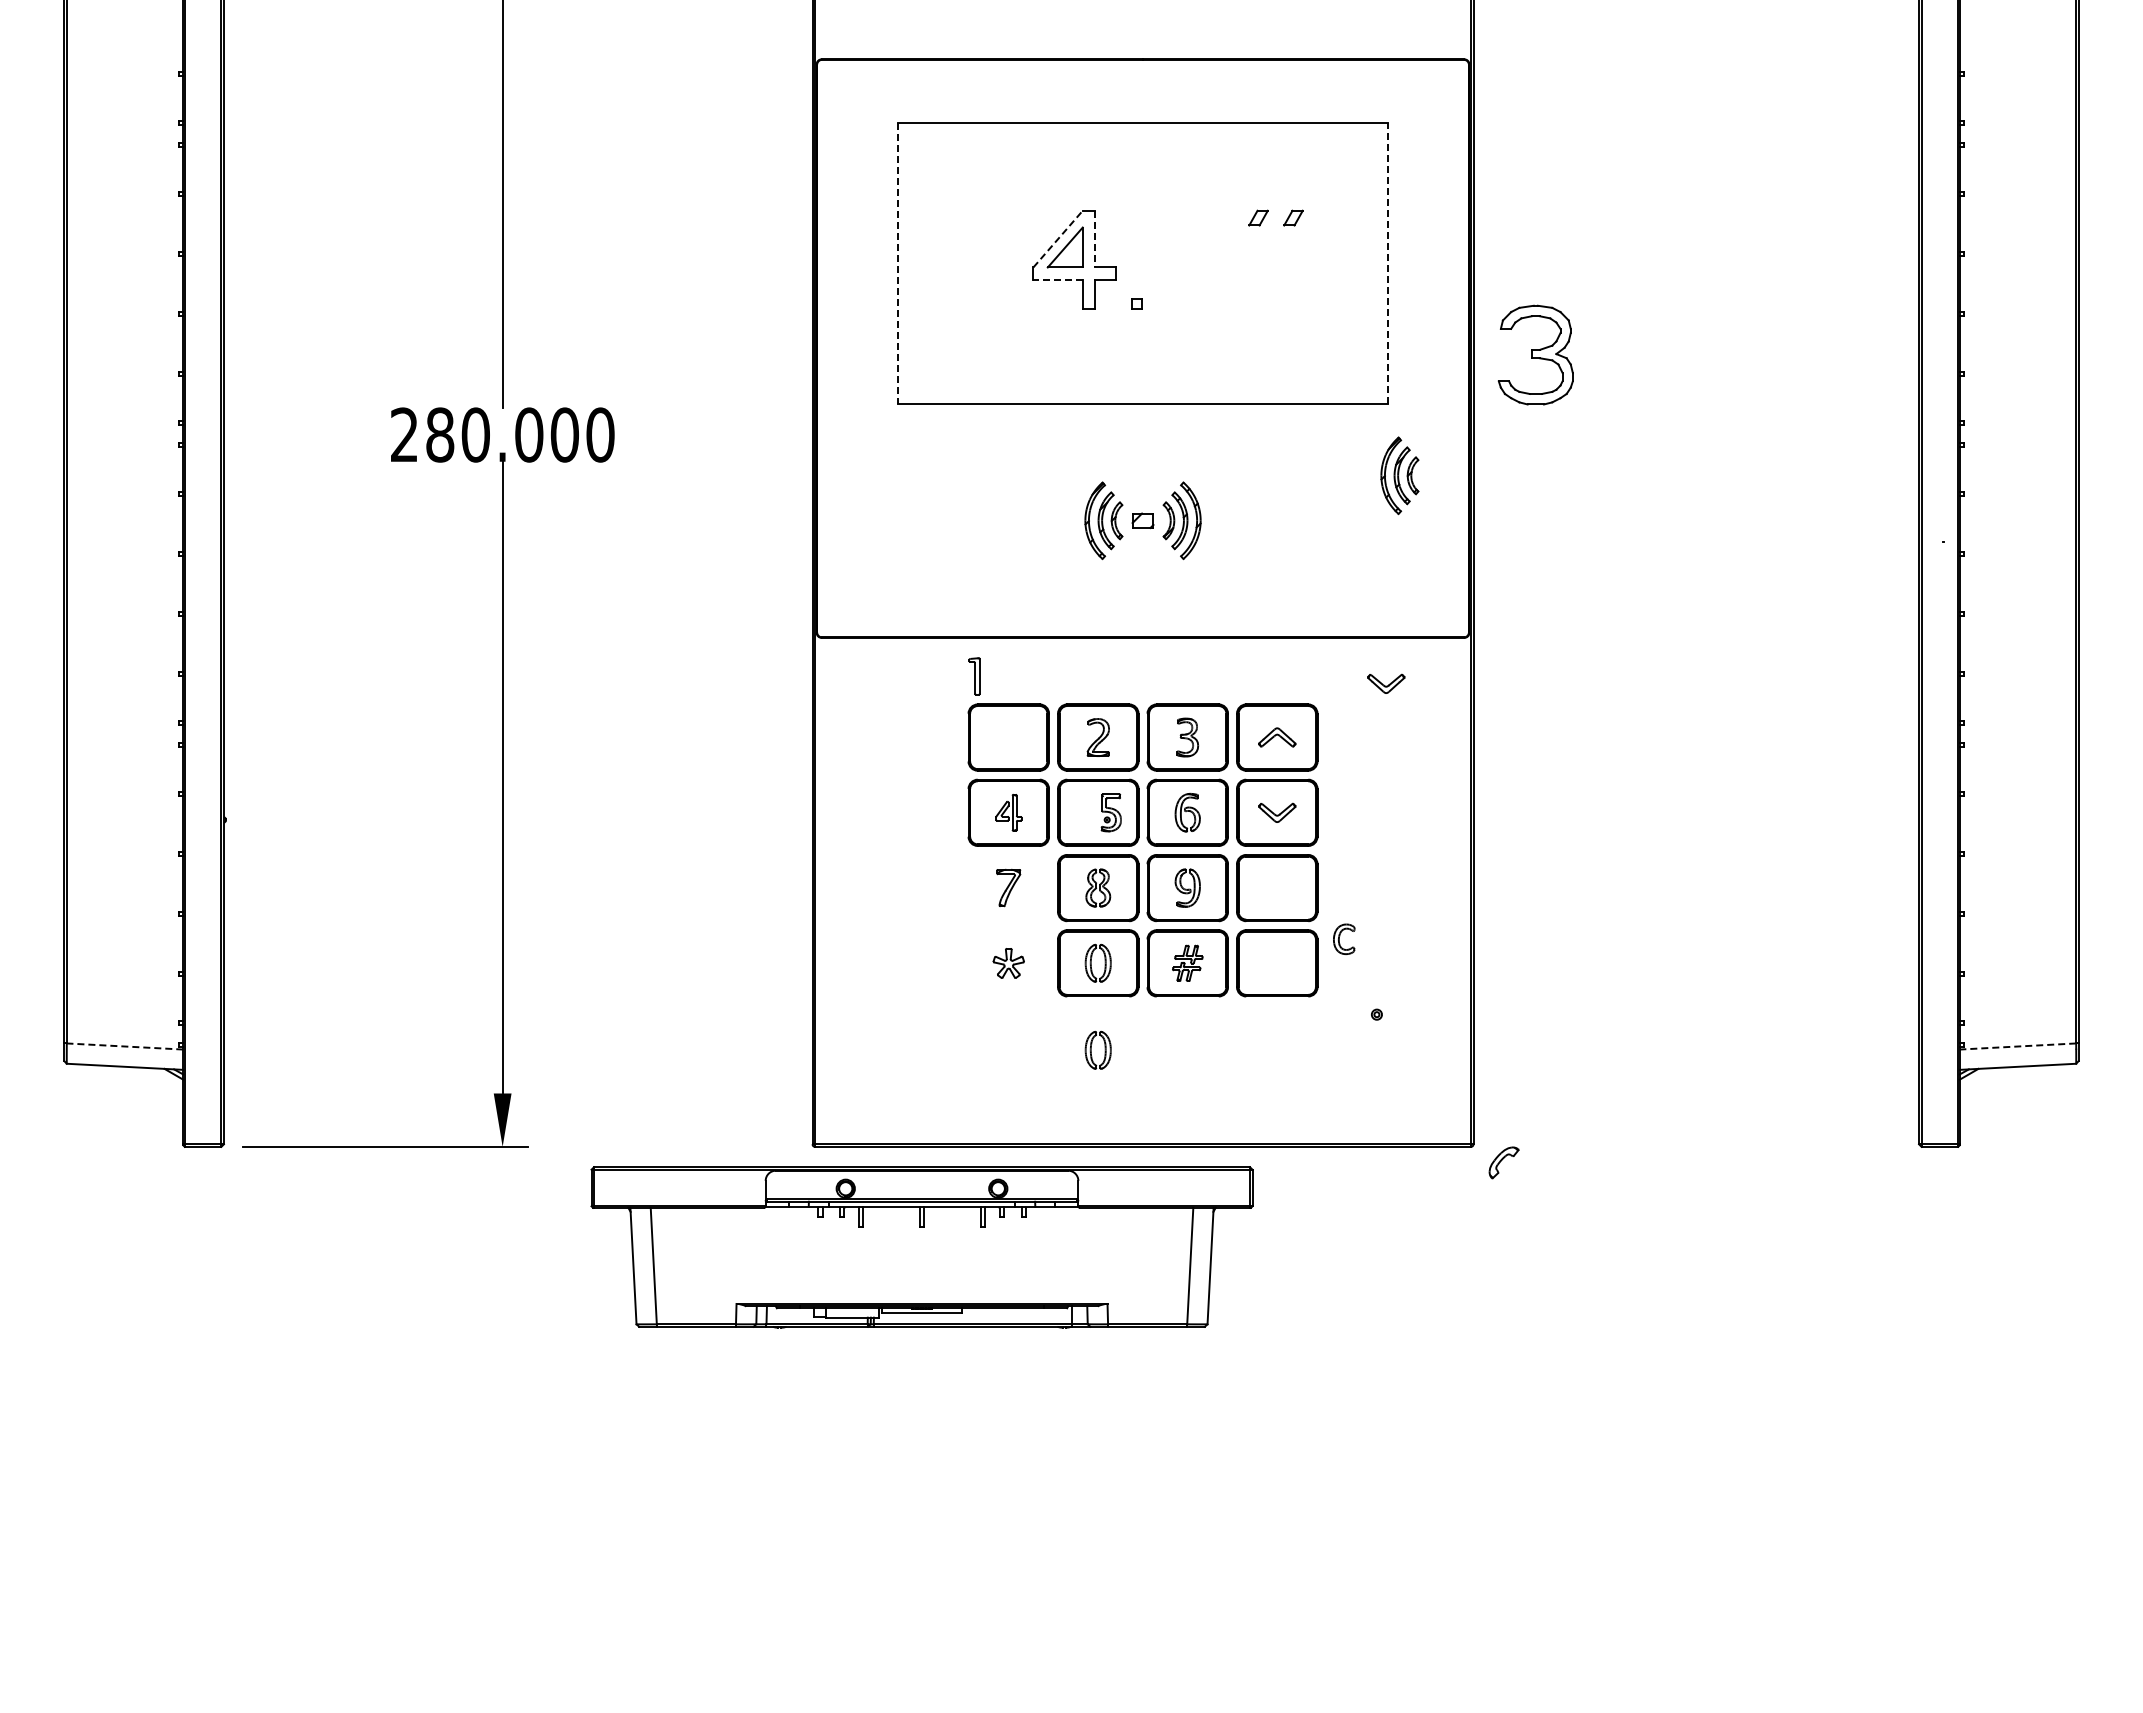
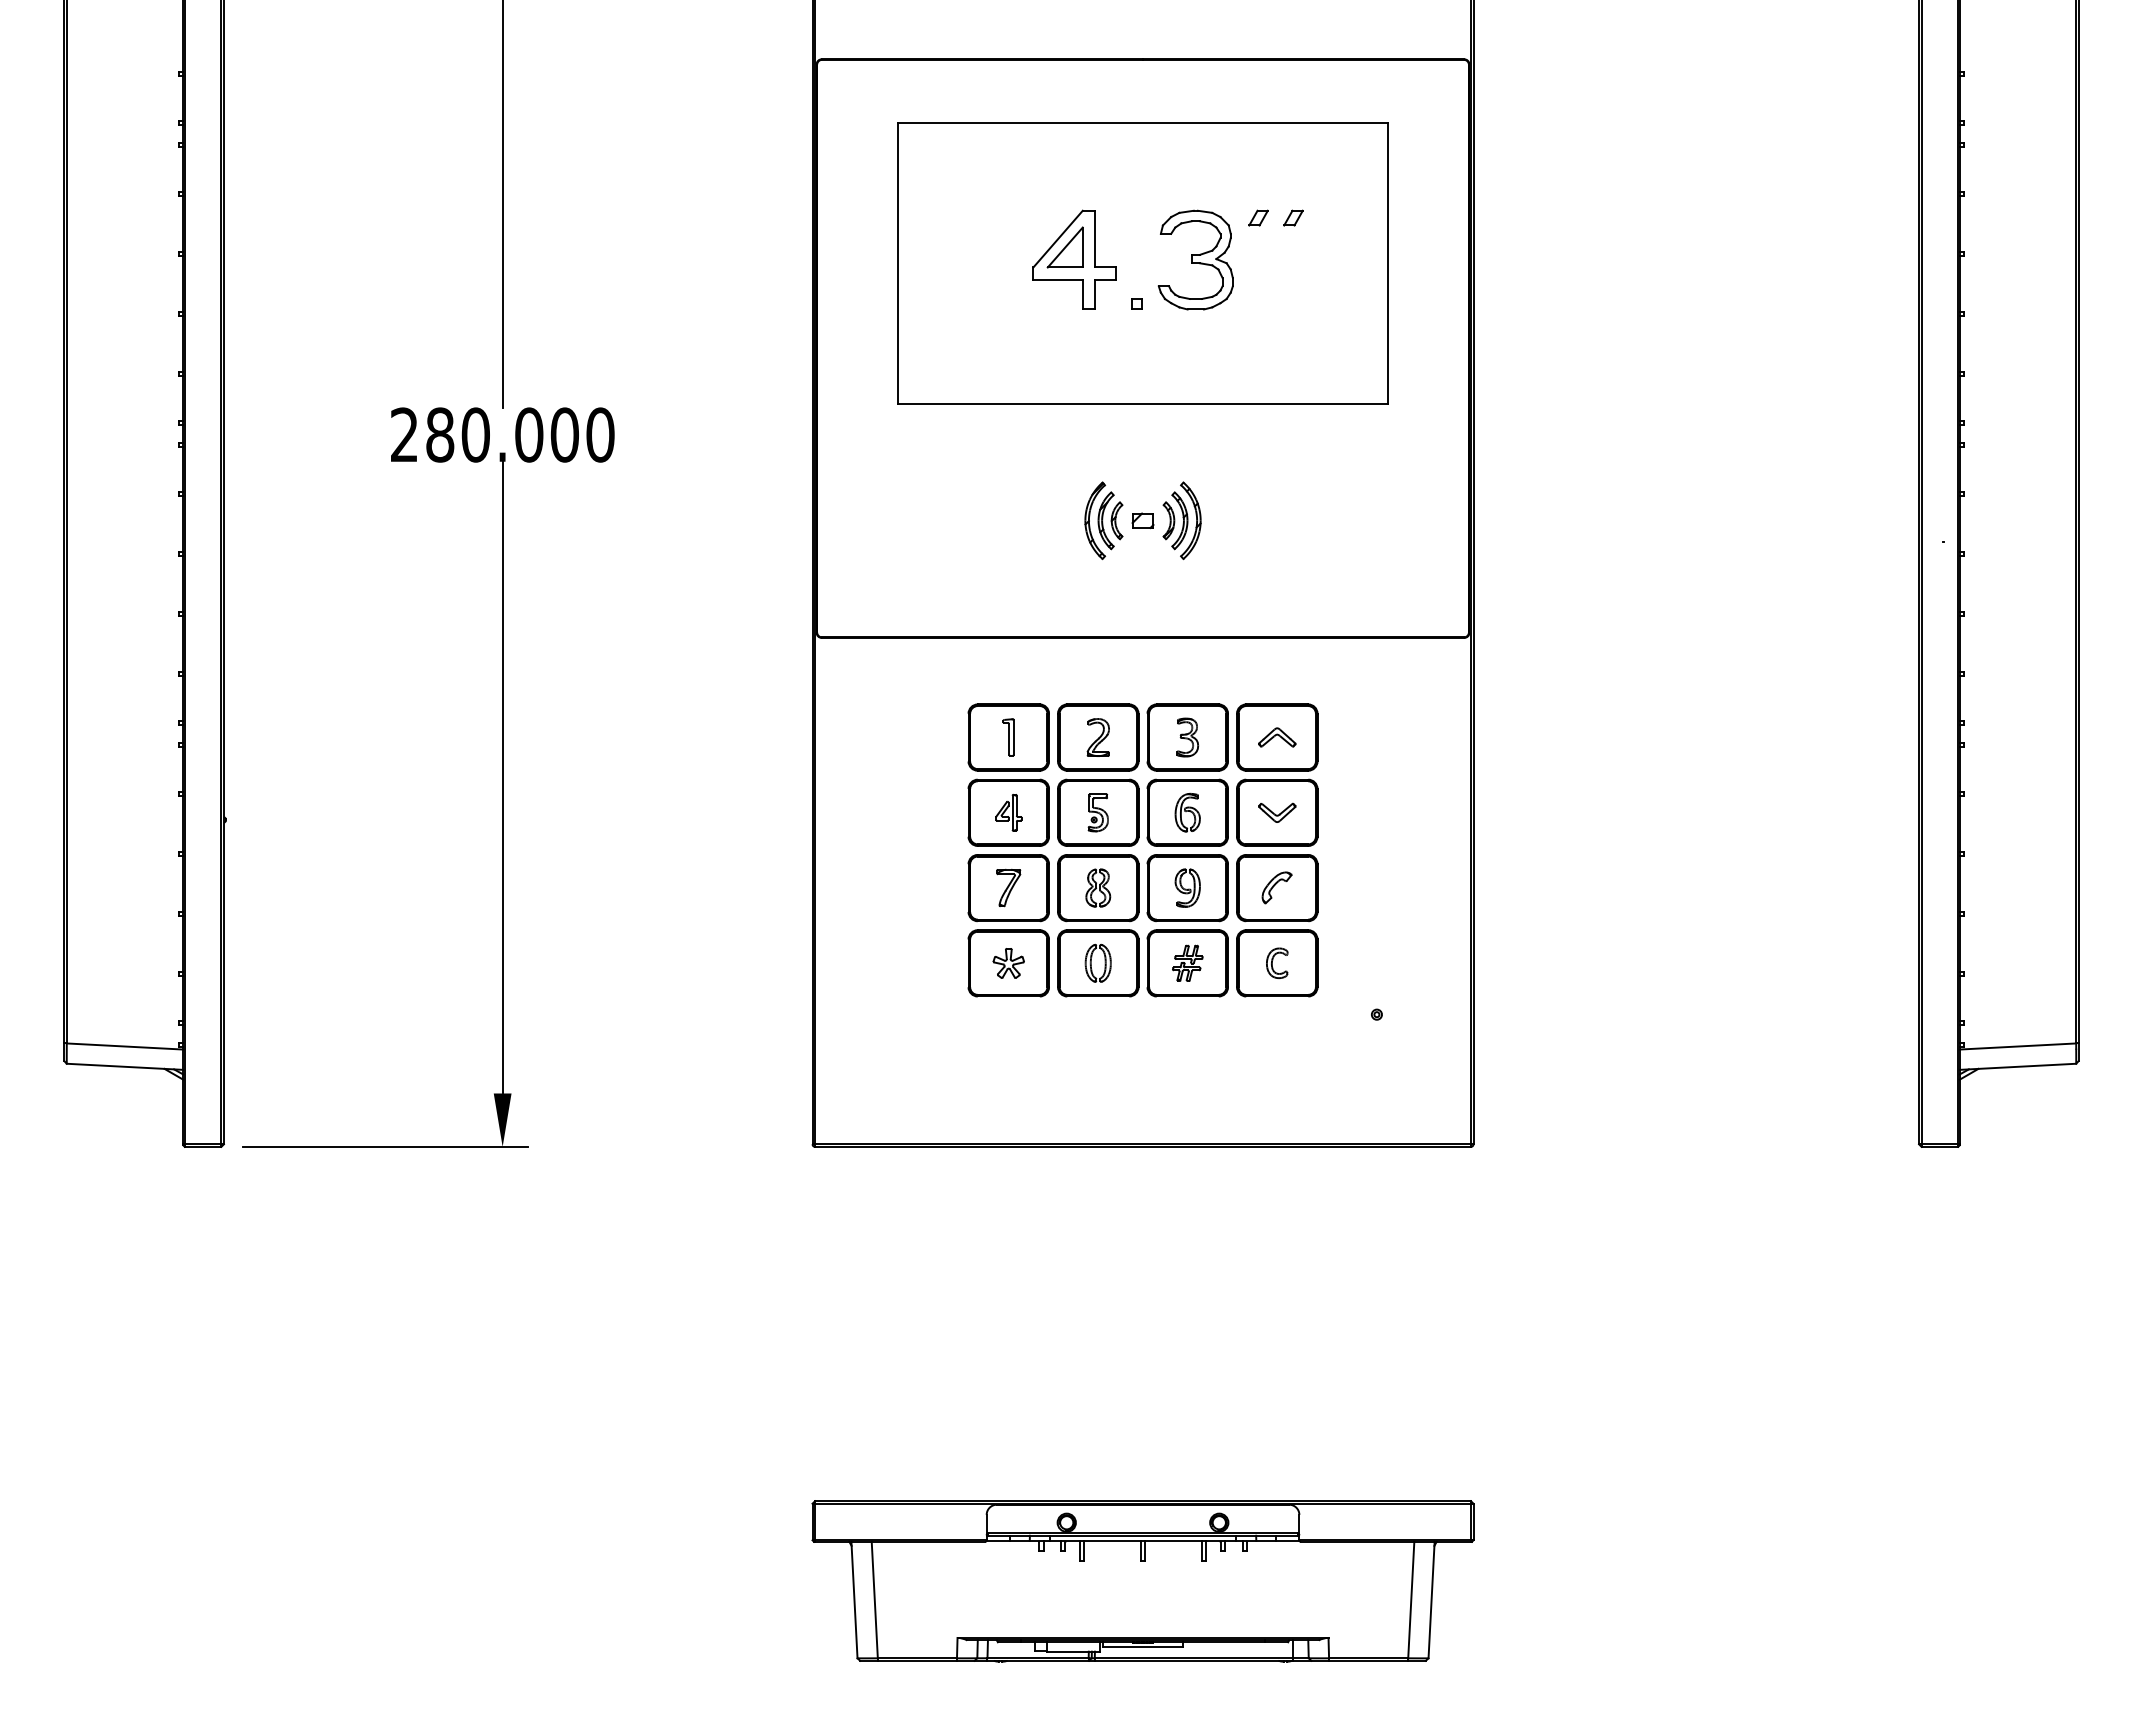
line at (1058, 239): dashed -> solid
line at (1095, 239): dashed -> solid
line at (897, 263): dashed -> solid
line at (1388, 263): dashed -> solid
line at (1058, 280): dashed -> solid
part at (1535, 354) position: (1535, 354) -> (1195, 259)
part at (1399, 475): present -> none
part at (974, 676) position: (974, 676) -> (1008, 737)
part at (1386, 683): present -> none
part at (1110, 812) position: (1110, 812) -> (1097, 812)
part at (1008, 925): none -> present
part at (1344, 938) position: (1344, 938) -> (1277, 962)
line at (124, 1046): dashed -> solid
line at (2017, 1046): dashed -> solid
part at (1097, 1049): present -> none
part at (1503, 1162) position: (1503, 1162) -> (1276, 887)
part at (921, 1247) position: (921, 1247) -> (1142, 1581)
